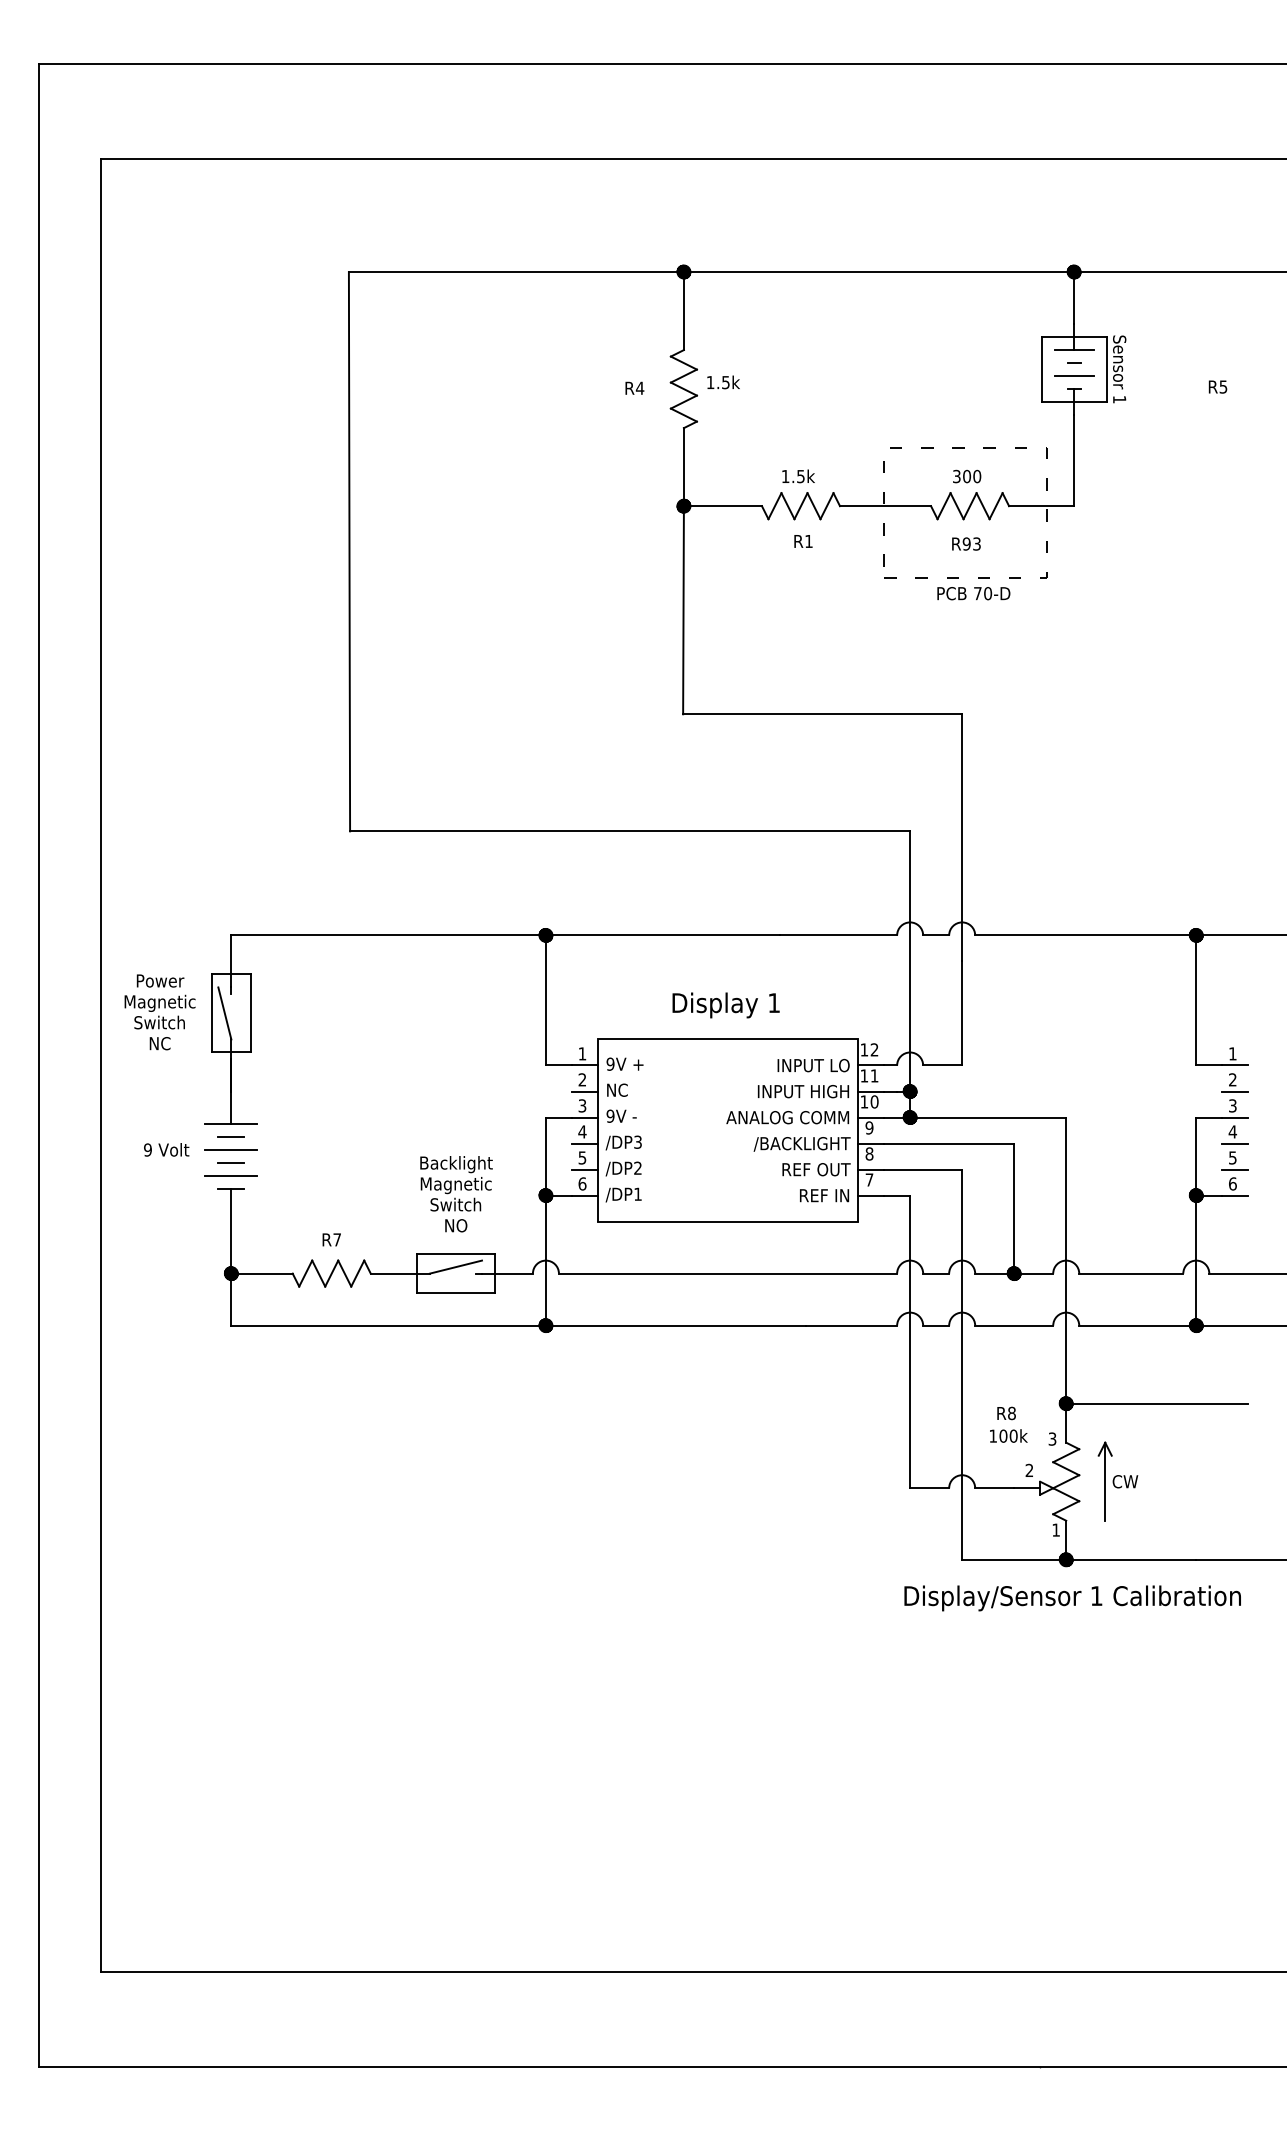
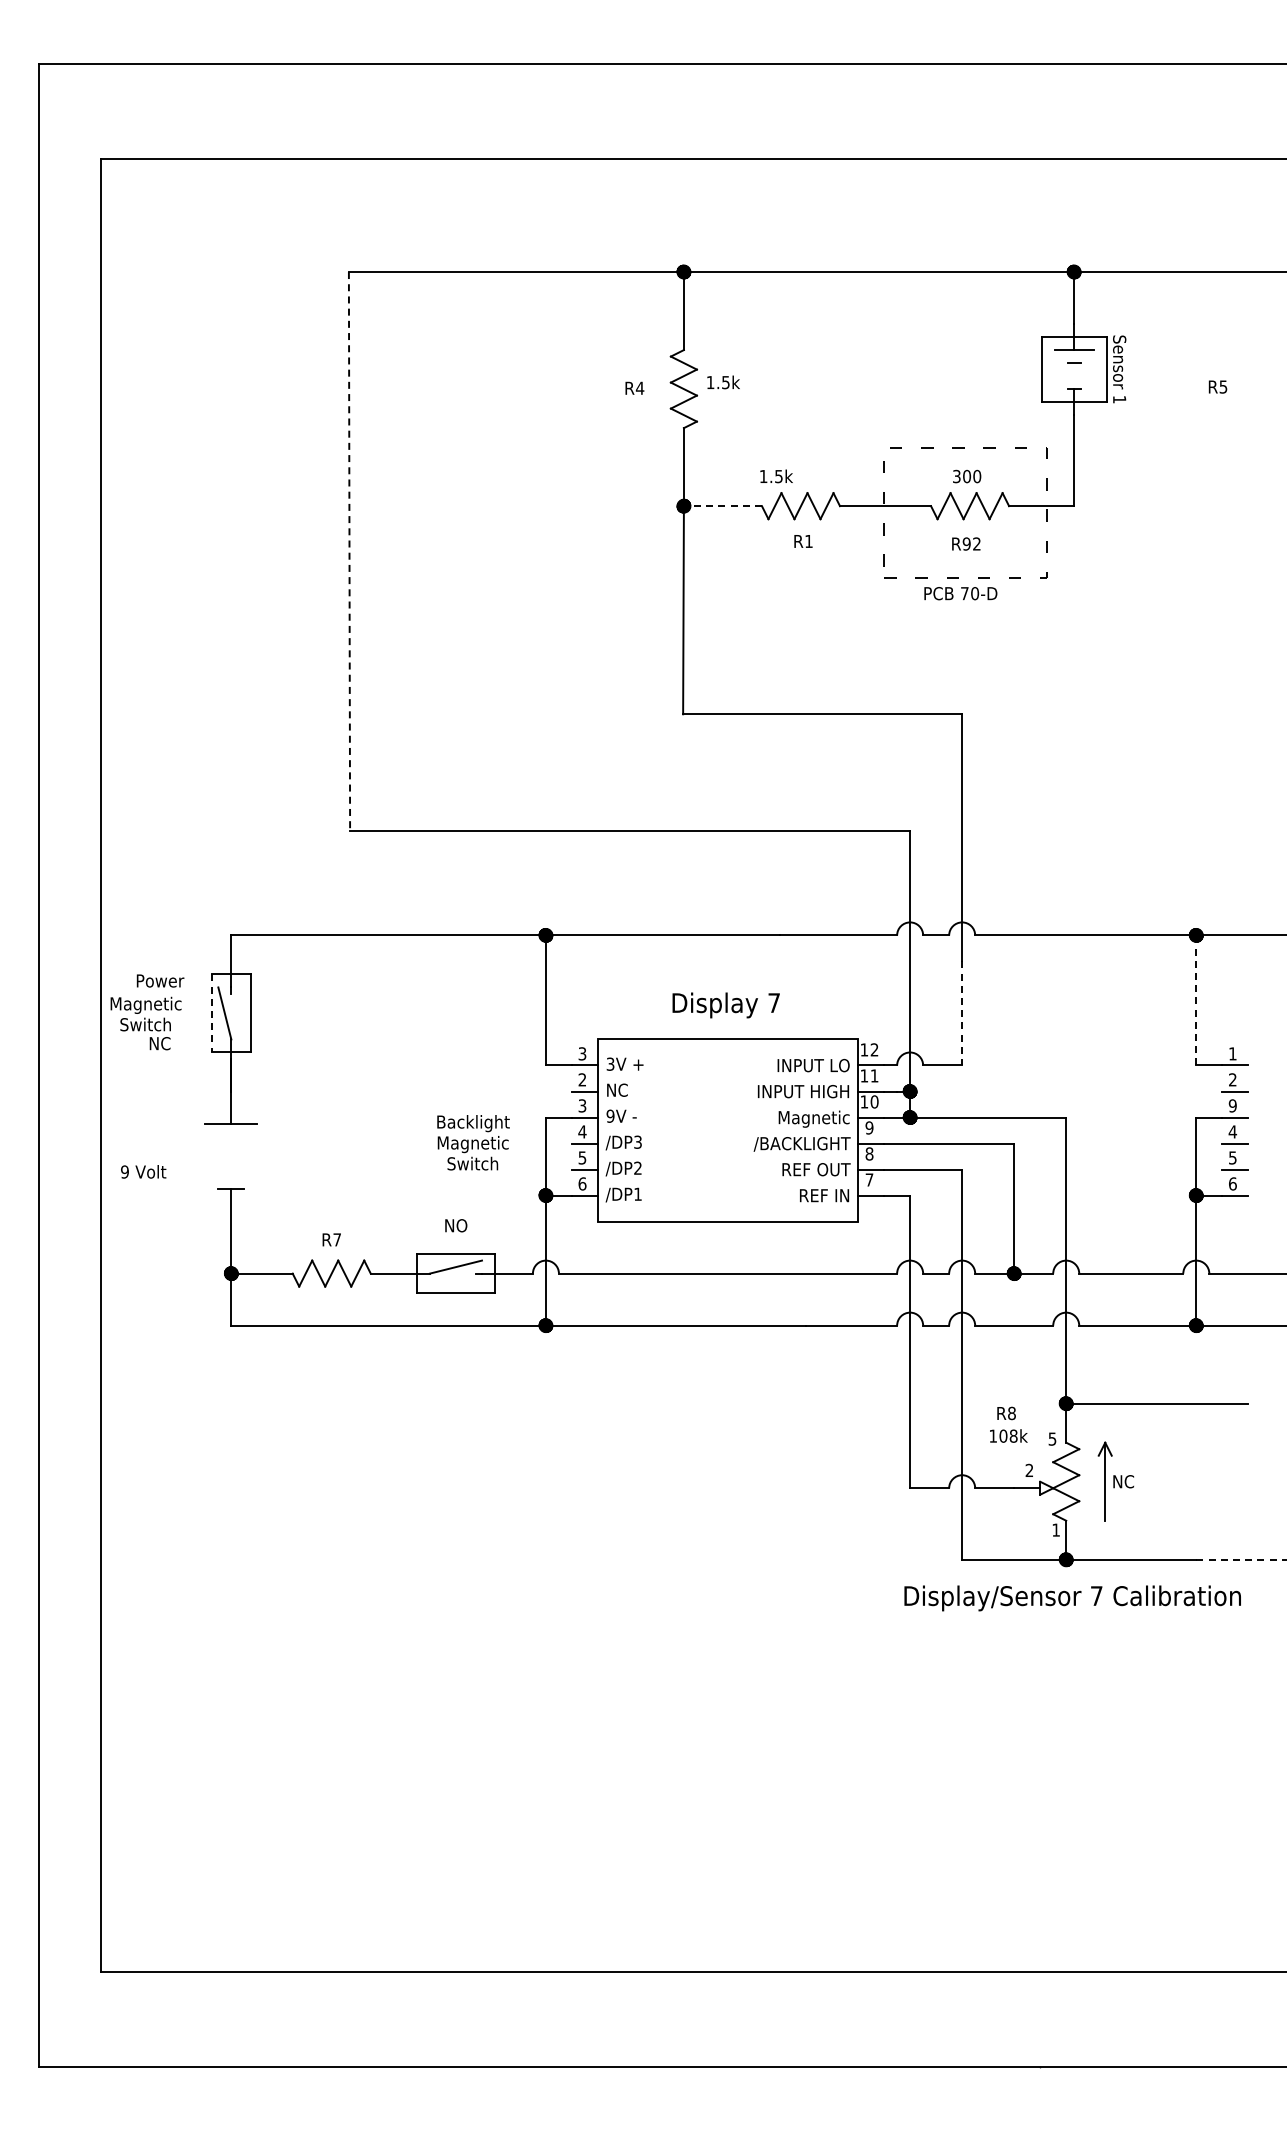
line at (1073, 376): present -> none
text at (798, 476) position: (798, 476) -> (776, 476)
line at (722, 506): solid -> dashed
text at (976, 543): R93 -> R92
line at (349, 551): solid -> dashed
text at (973, 593) position: (973, 593) -> (960, 593)
line at (1196, 999): solid -> dashed
text at (773, 1002): 1 -> 7
text at (159, 1011) position: (159, 1011) -> (145, 1013)
line at (211, 1013): solid -> dashed
line at (962, 1013): solid -> dashed
text at (582, 1053): 1 -> 3
text at (610, 1063): 9V -> 3V
text at (1232, 1105): 3 -> 9
text at (787, 1118): ANALOG COMM -> Magnetic
line at (231, 1137): present -> none
text at (166, 1149) position: (166, 1149) -> (143, 1171)
line at (231, 1150): present -> none
line at (231, 1163): present -> none
line at (231, 1176): present -> none
text at (456, 1183) position: (456, 1183) -> (473, 1142)
text at (1013, 1435): 100k -> 108k
text at (1052, 1438): 3 -> 5
text at (1125, 1481): CW -> NC
line at (1241, 1559): solid -> dashed
text at (1096, 1595): 1 -> 7
